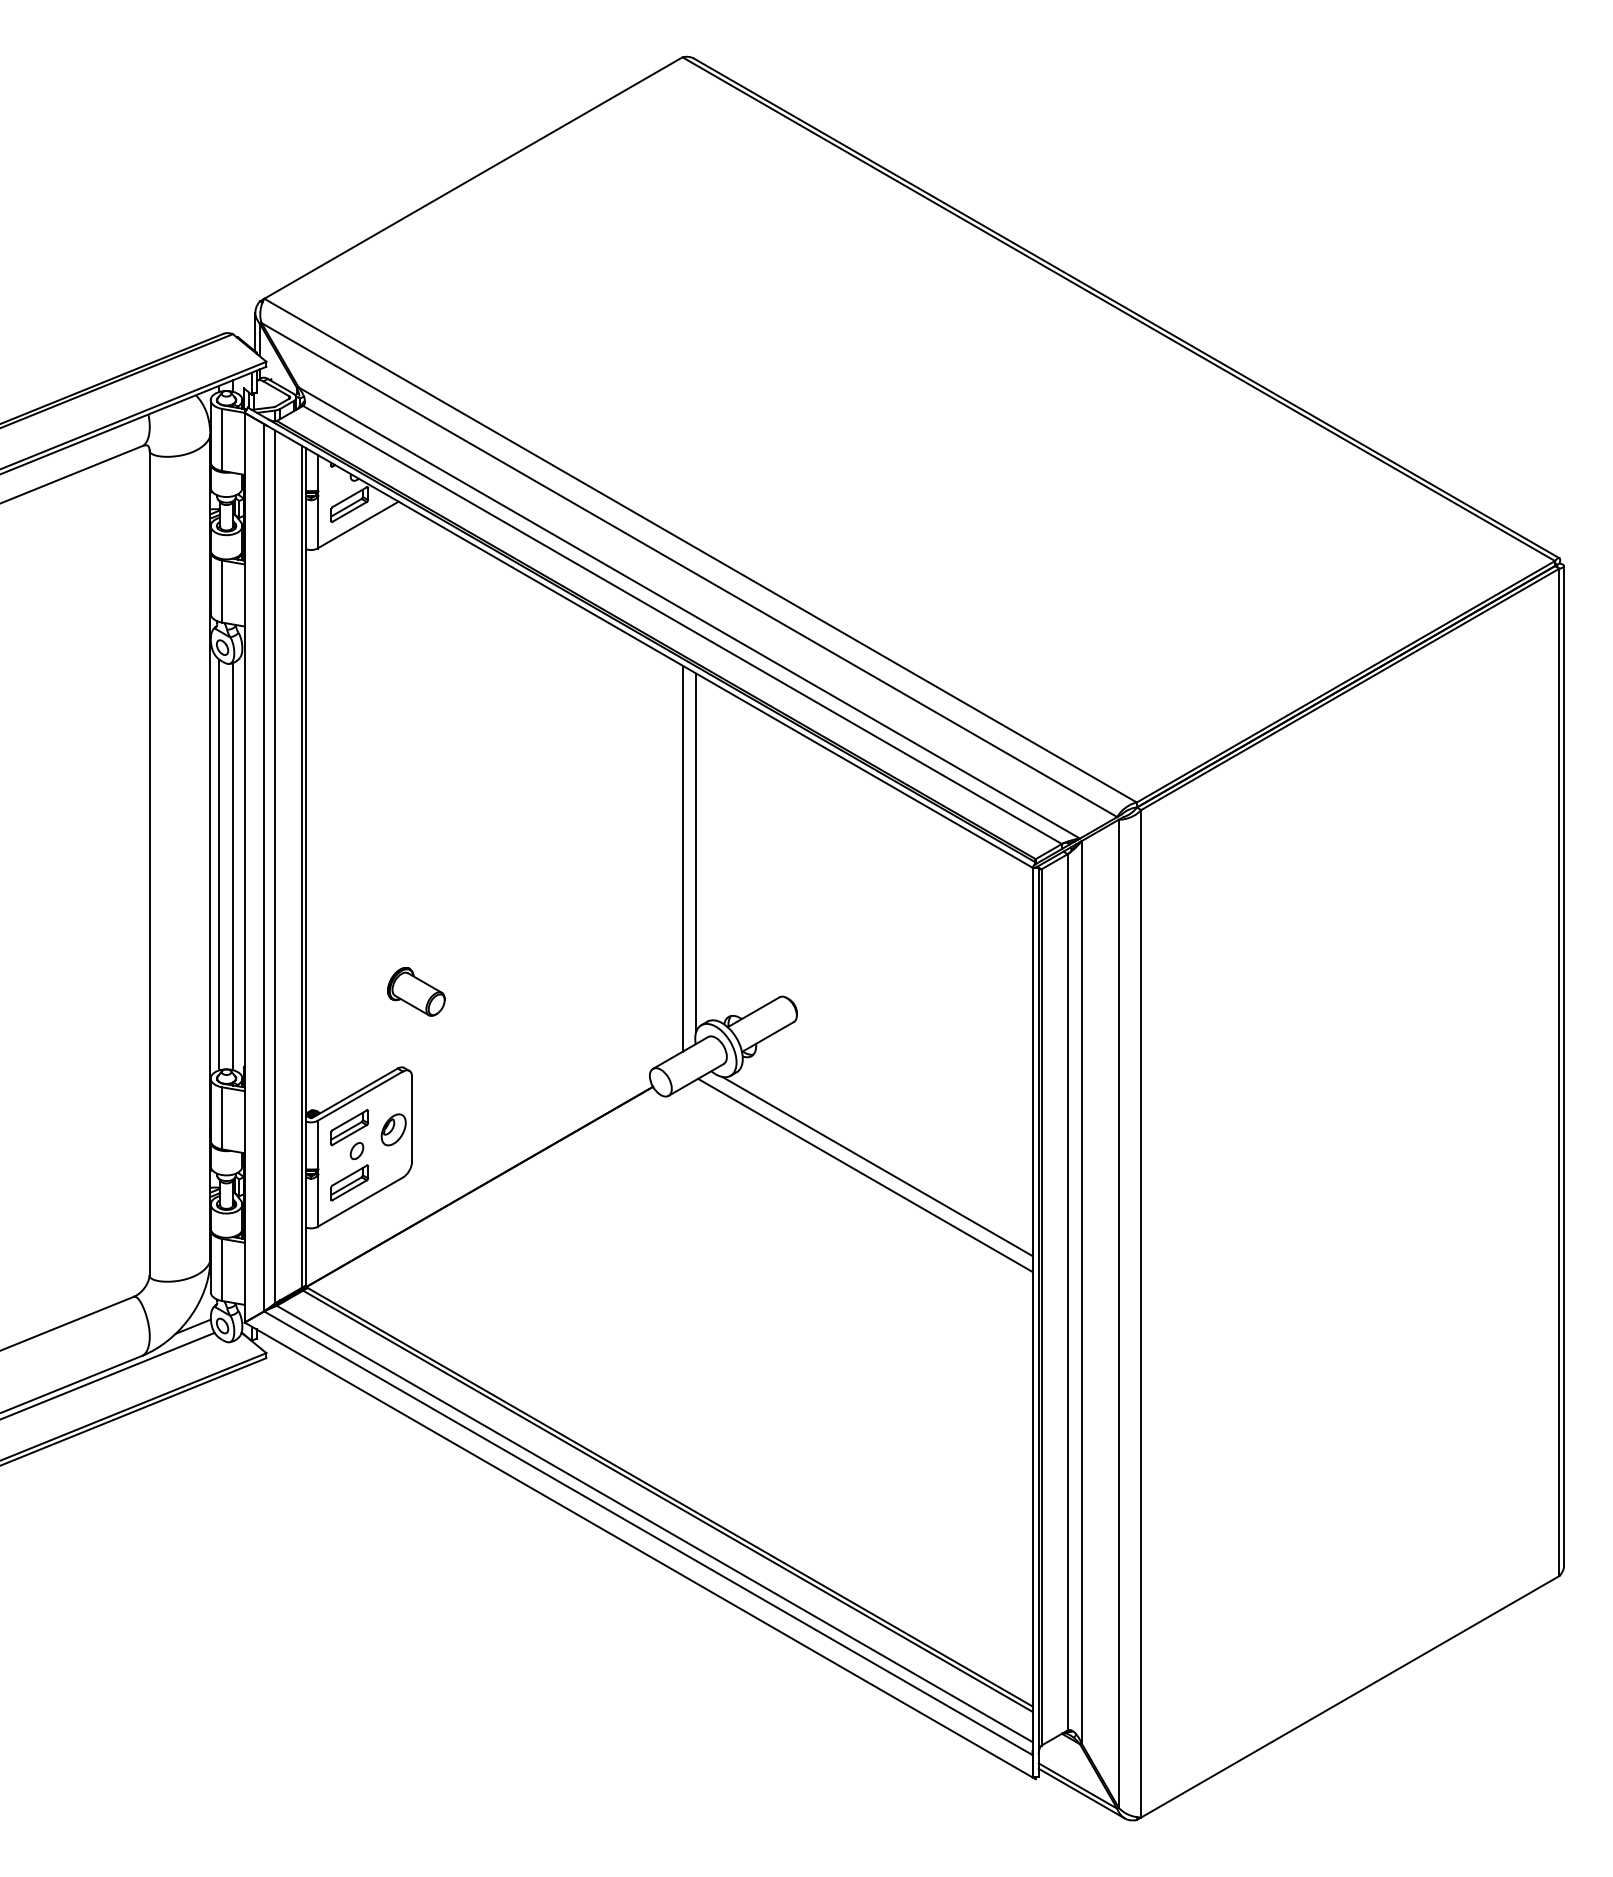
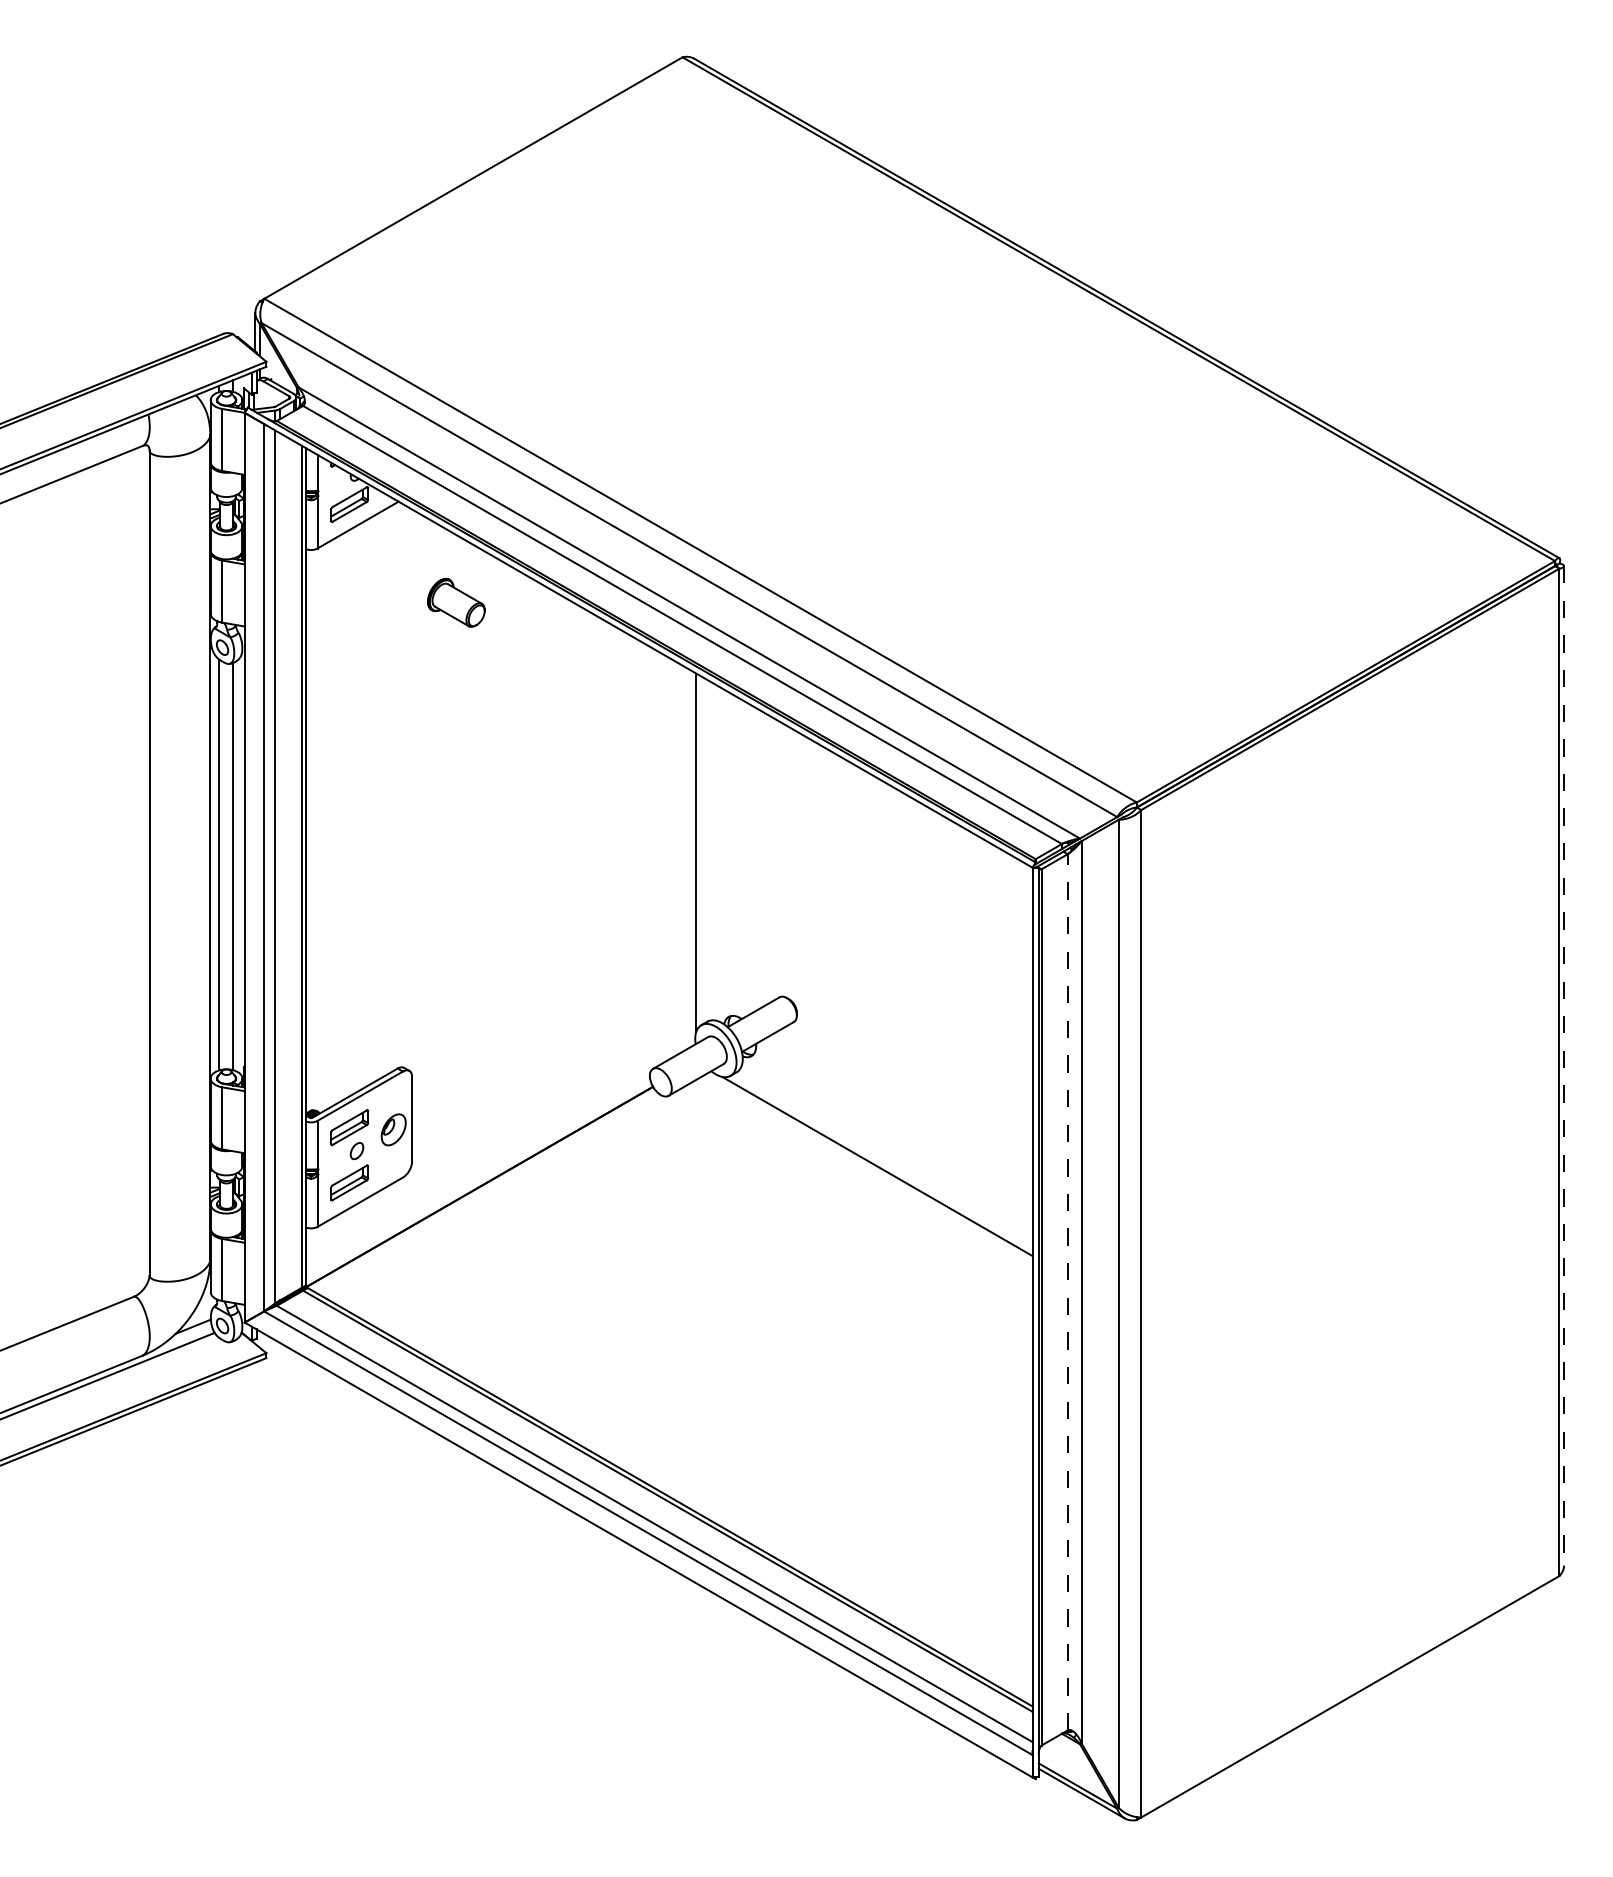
line at (682, 858): present -> none
part at (416, 991) position: (416, 991) -> (456, 602)
line at (1564, 1065): solid -> dashed
line at (865, 1174): present -> none
line at (1067, 1291): solid -> dashed
